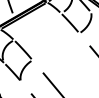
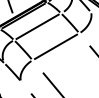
line at (37, 26): none -> present
line at (55, 46): none -> present
